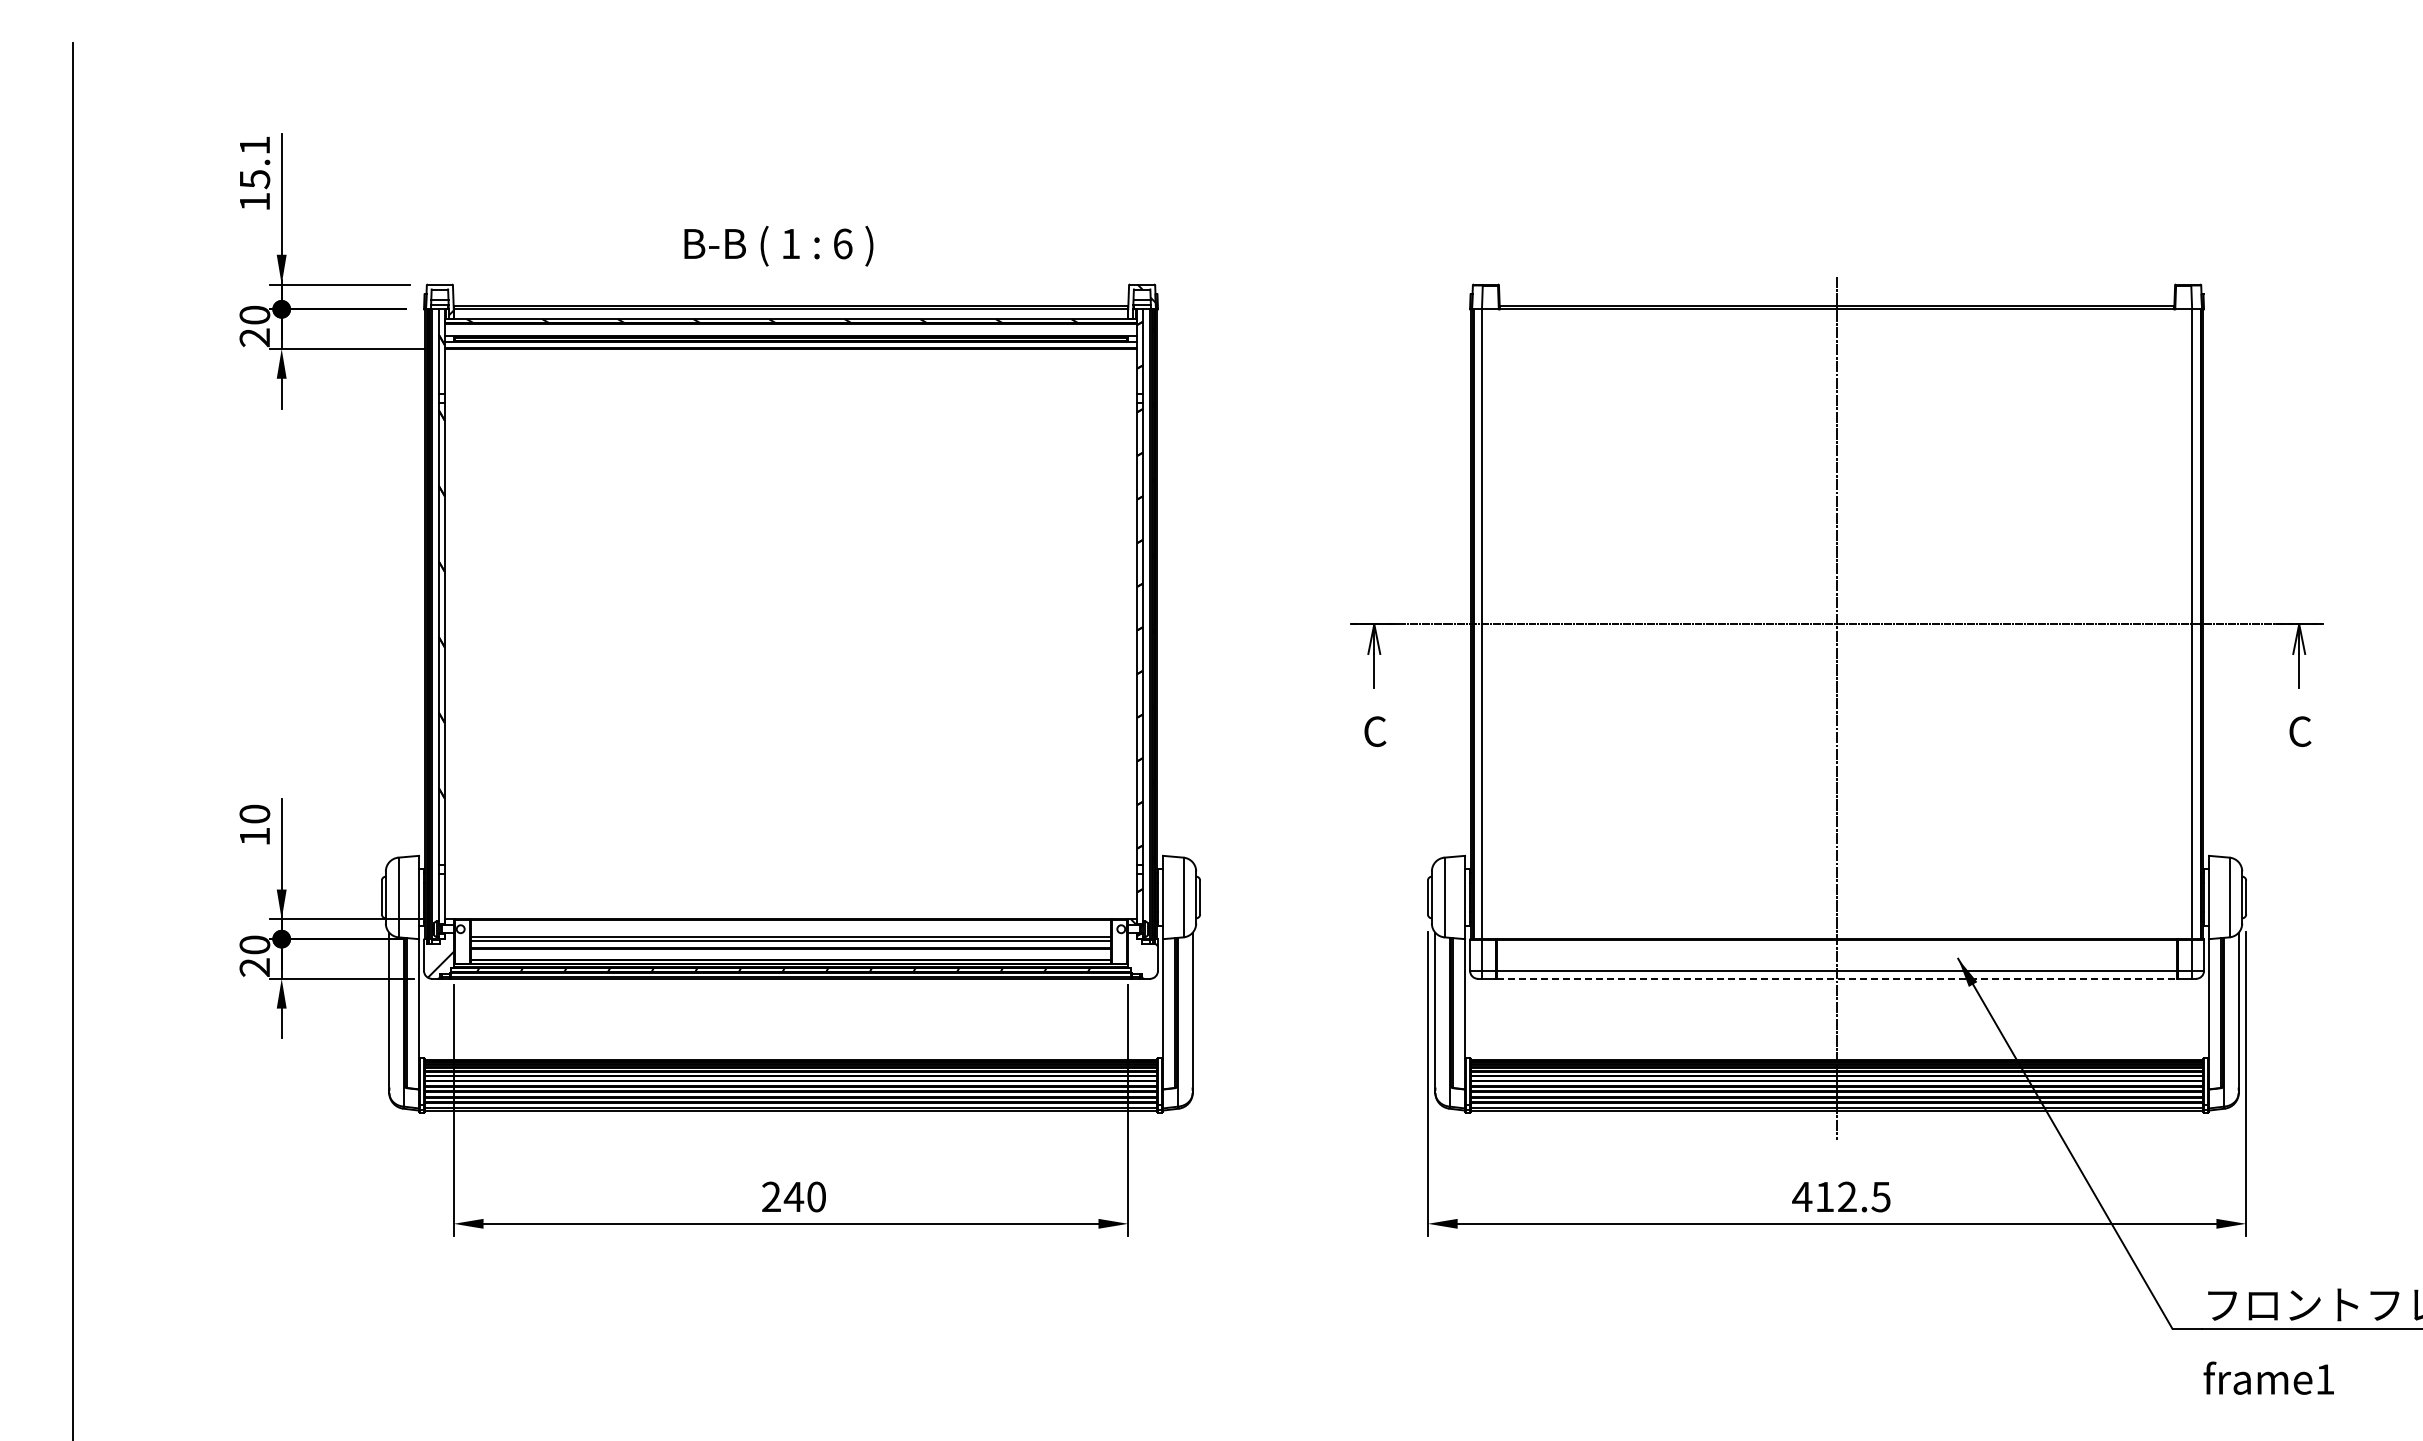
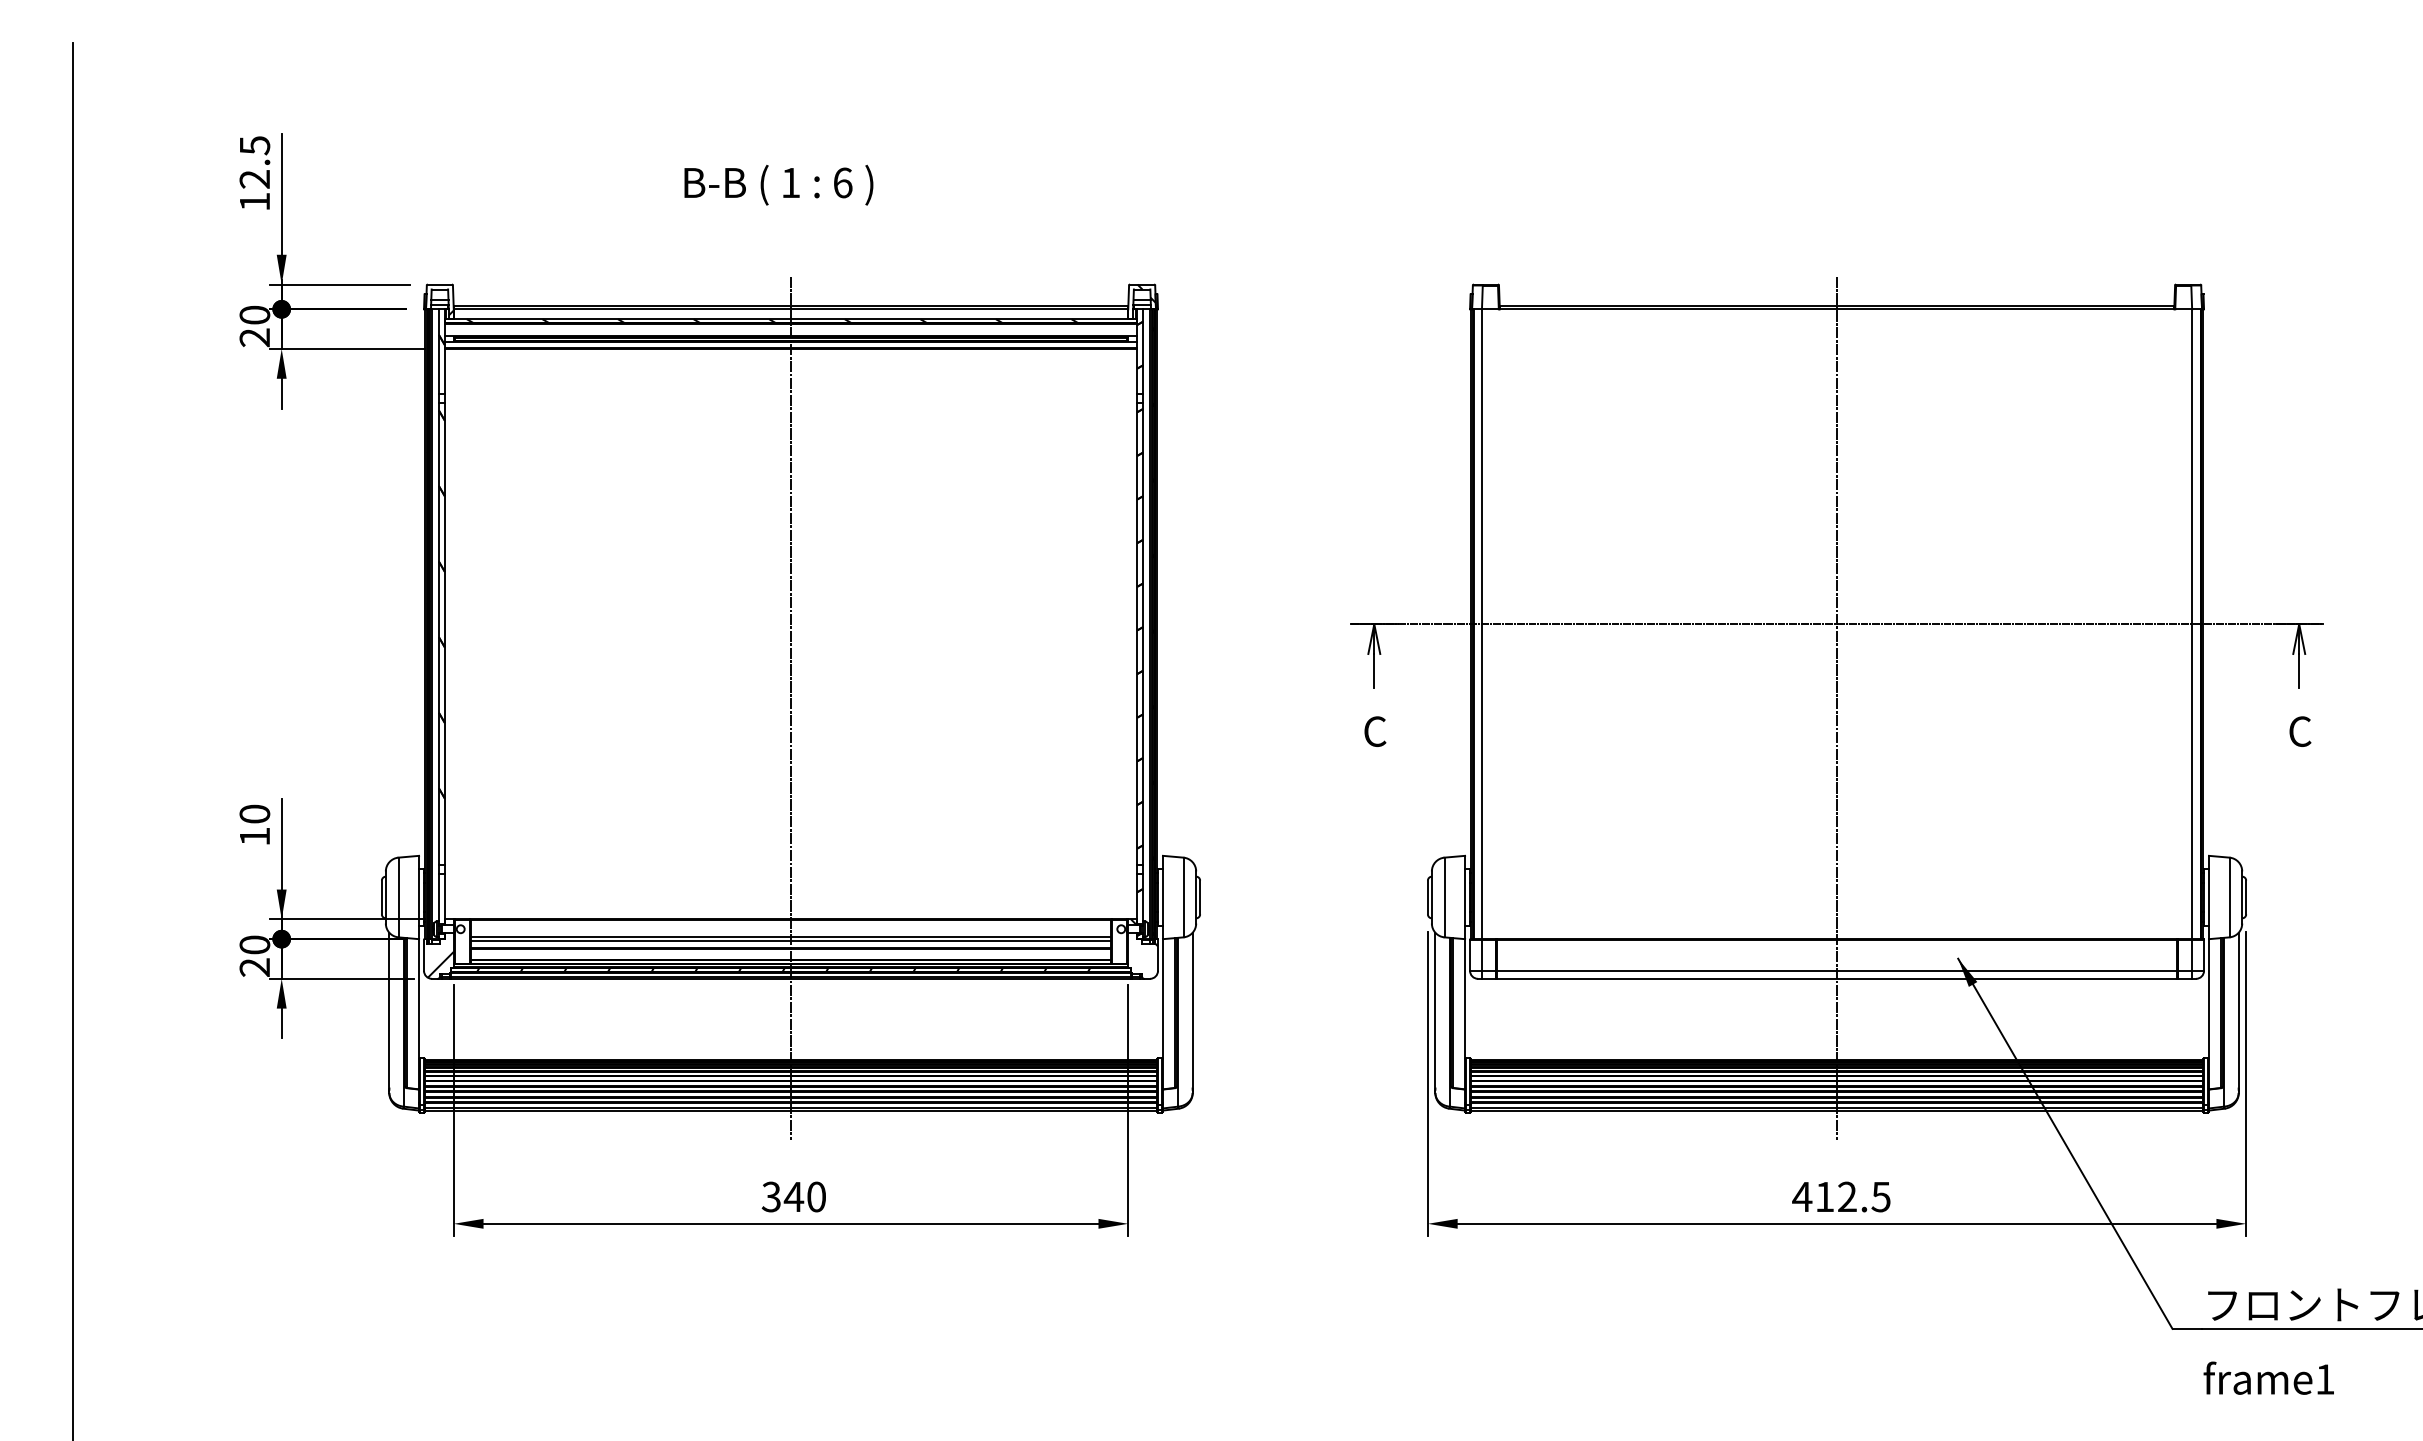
text at (254, 162): 15.1 -> 12.5
text at (778, 245) position: (778, 245) -> (778, 184)
line at (791, 708): none -> present
line at (1837, 978): dashed -> solid
text at (770, 1197): 240 -> 340
